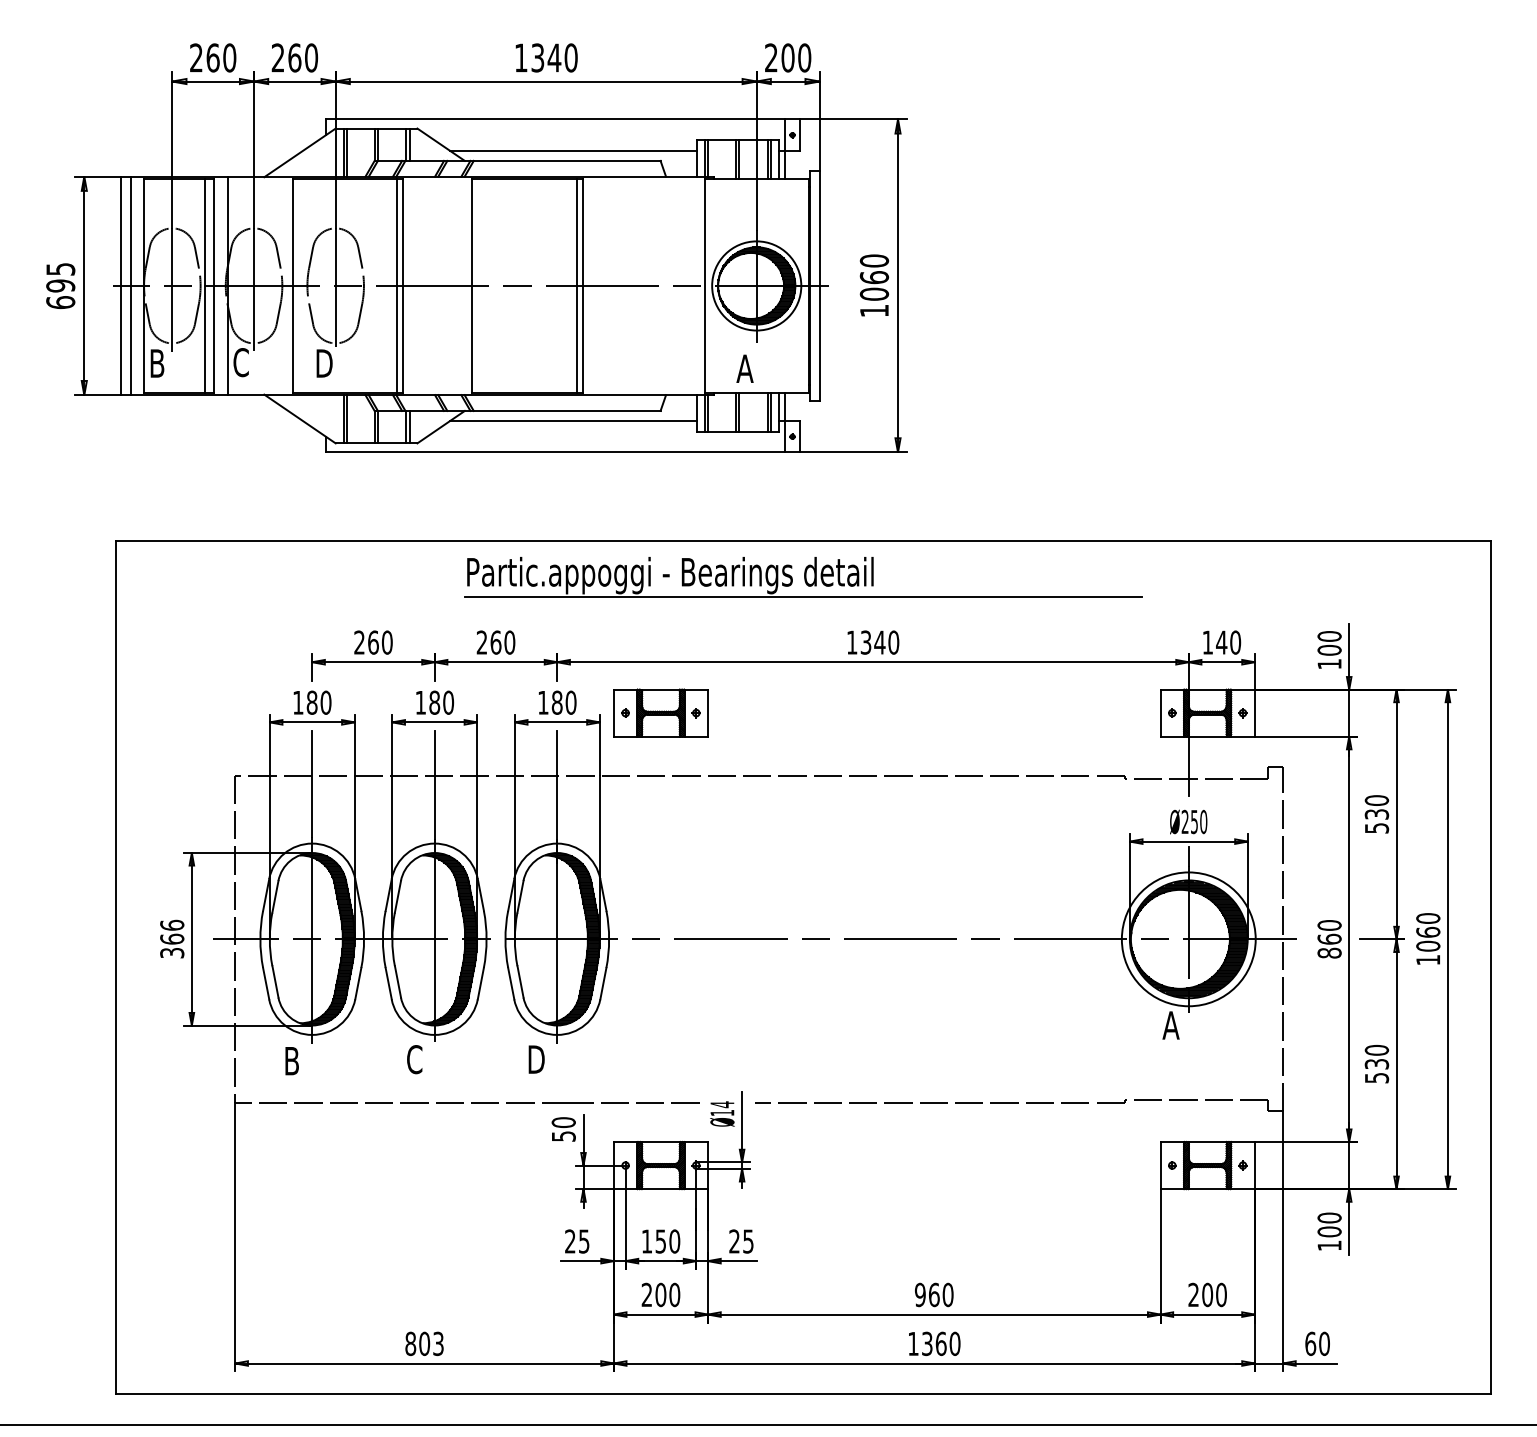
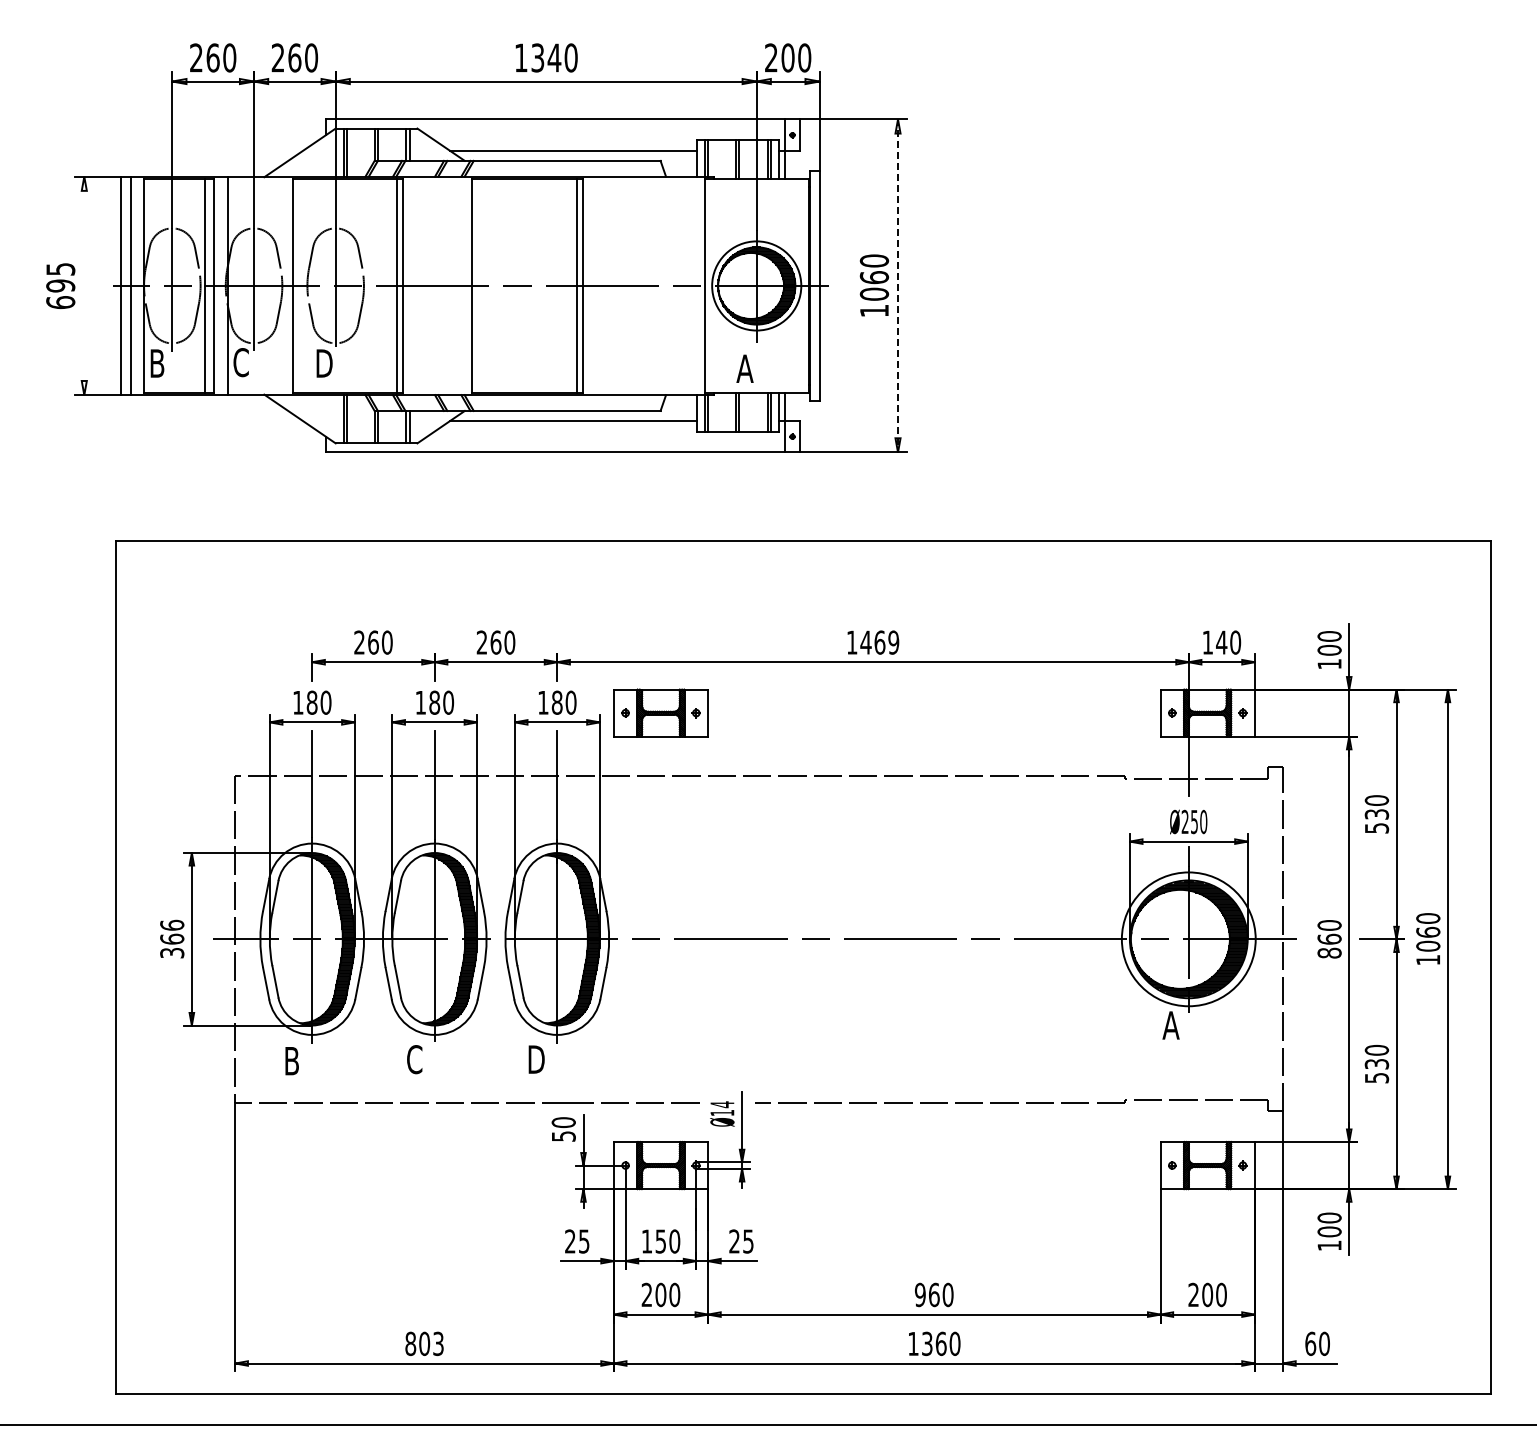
line at (84, 285): present -> none
line at (898, 285): solid -> dashed
part at (803, 577): present -> none
text at (879, 642): 1340 -> 1469
